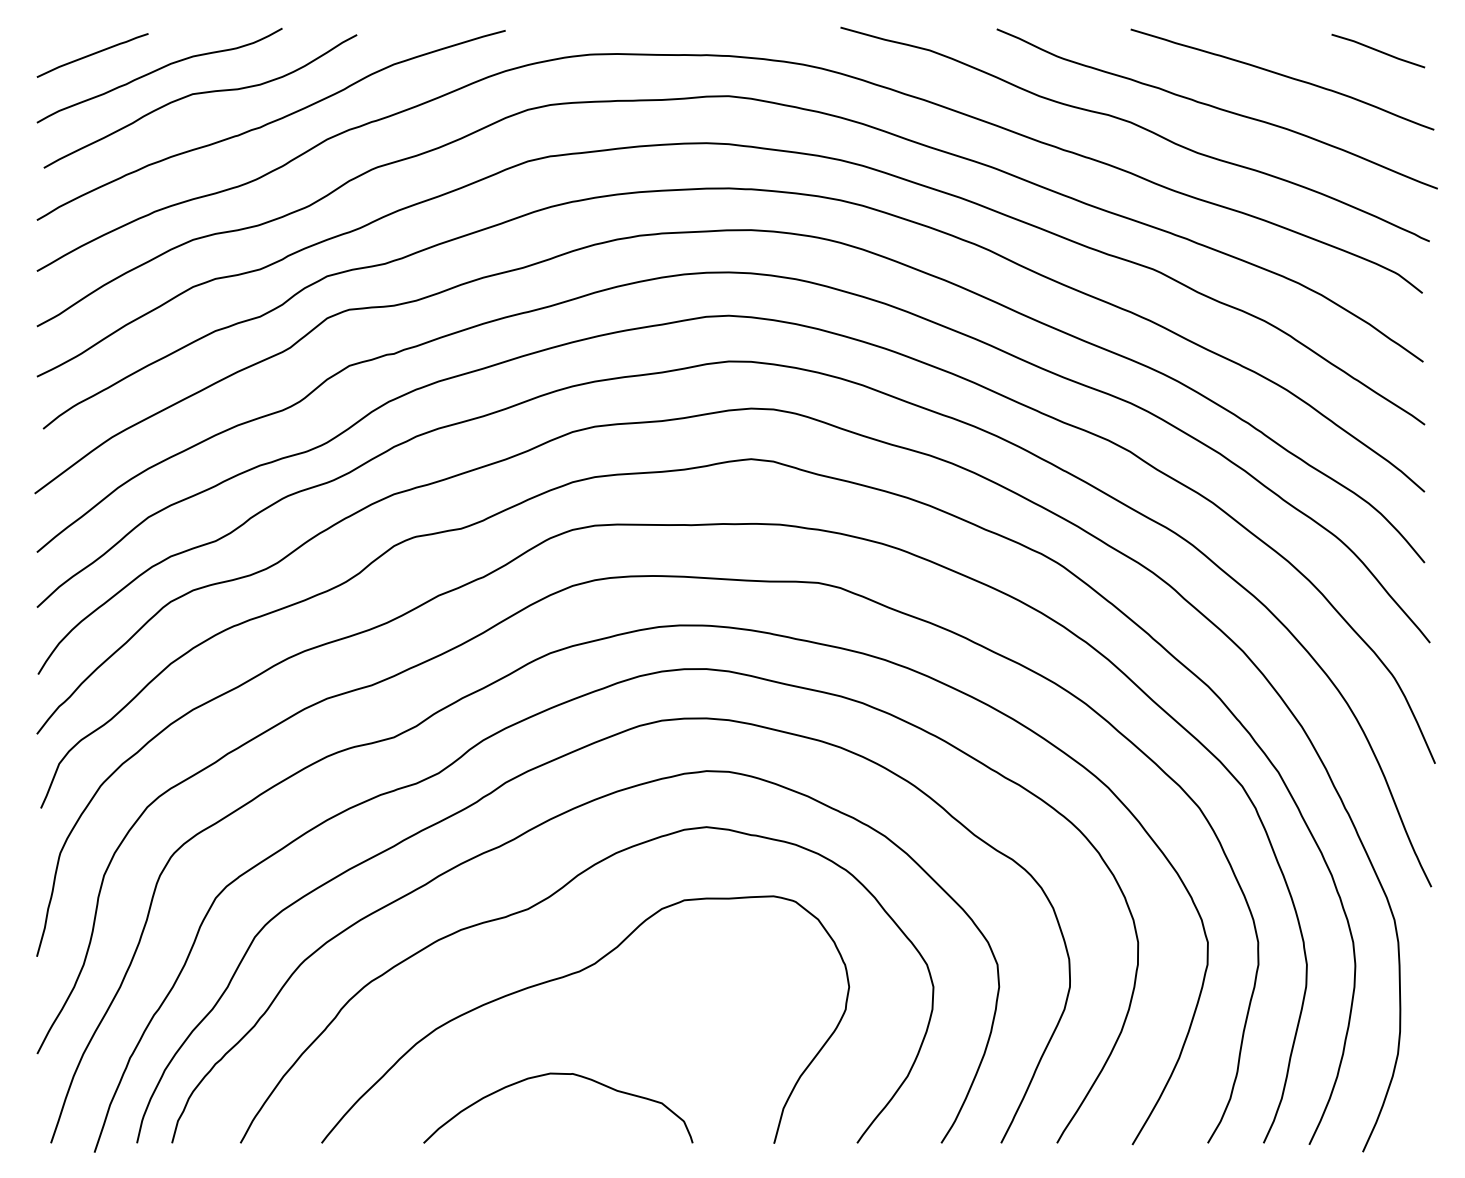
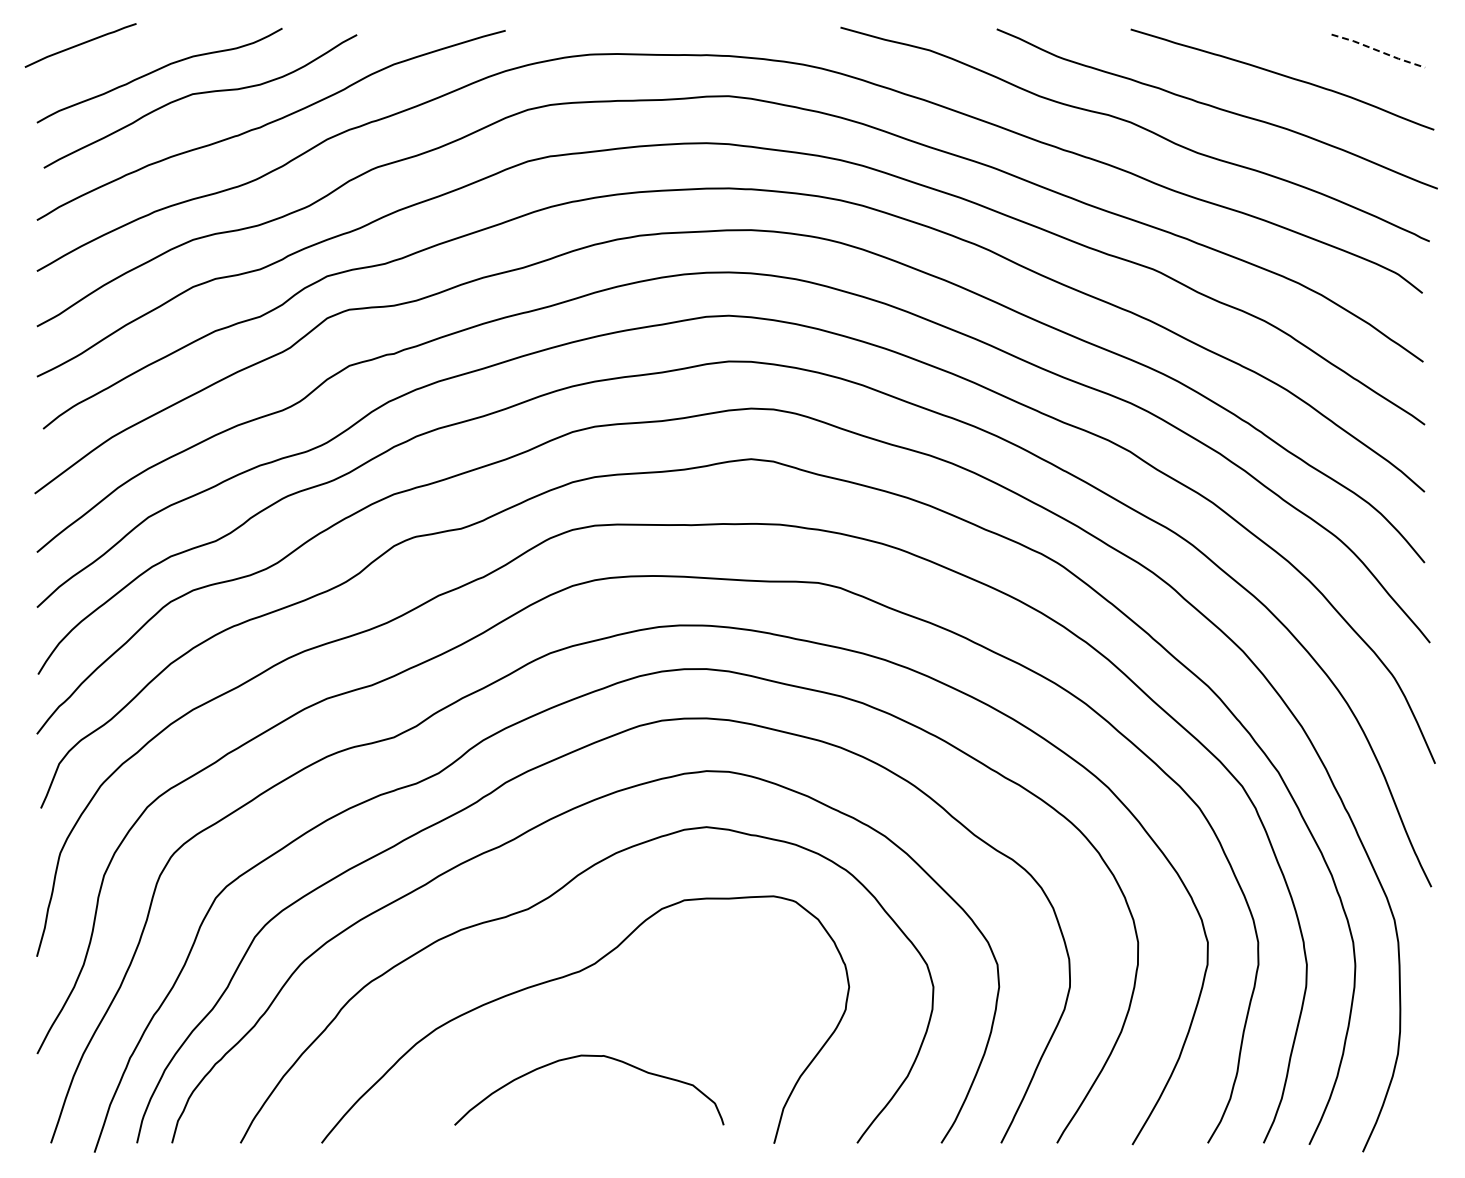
line at (1378, 50): solid -> dashed
curve at (92, 55) position: (92, 55) -> (80, 45)
curve at (558, 1074) position: (558, 1074) -> (589, 1056)
